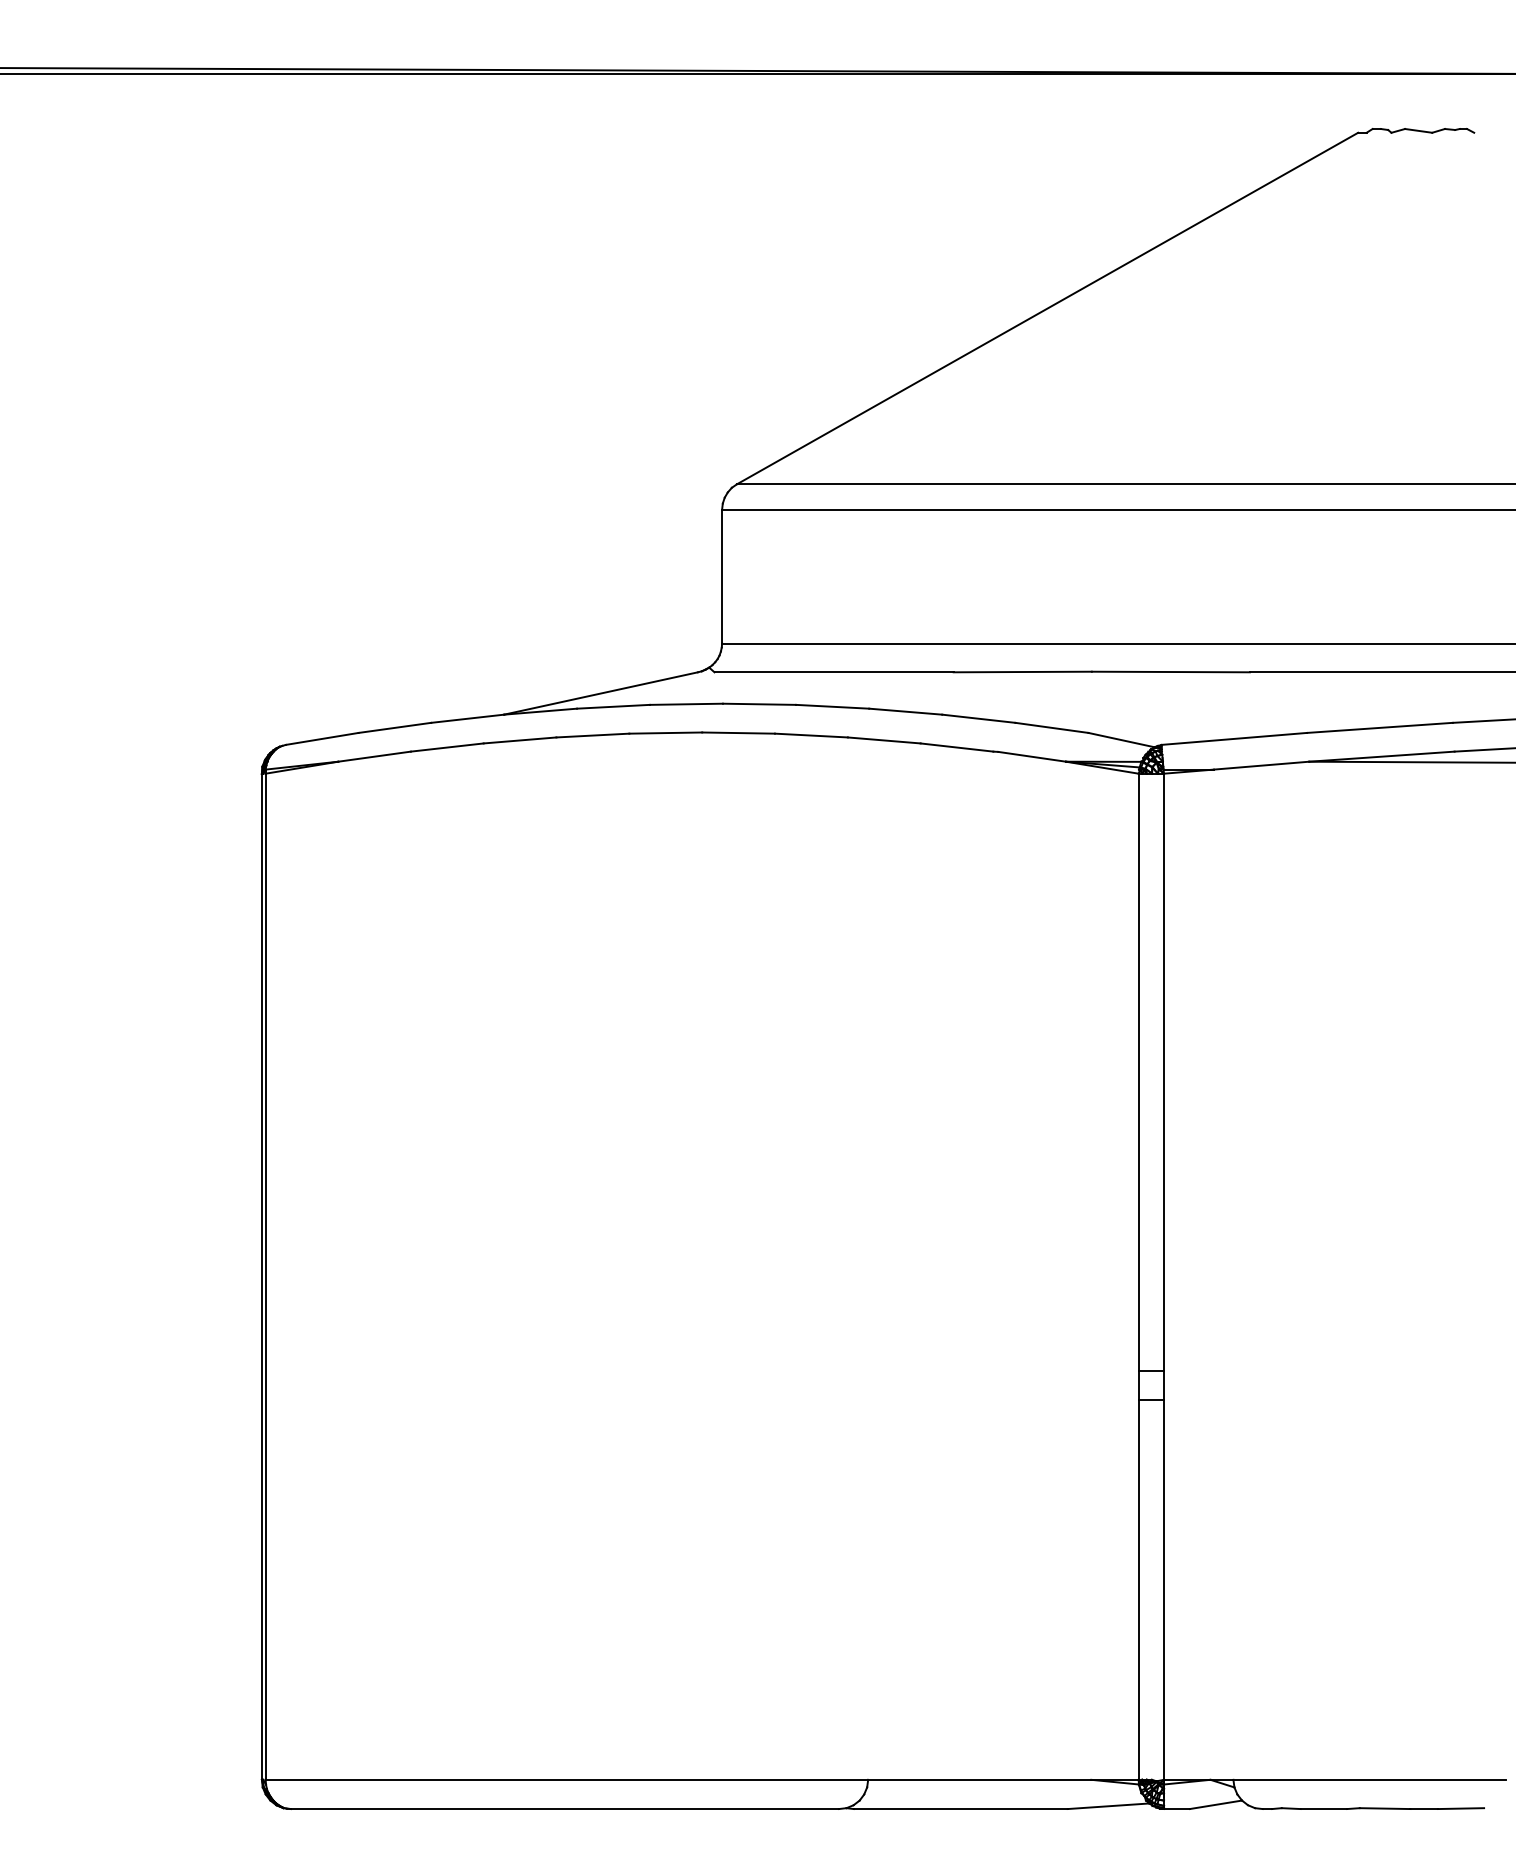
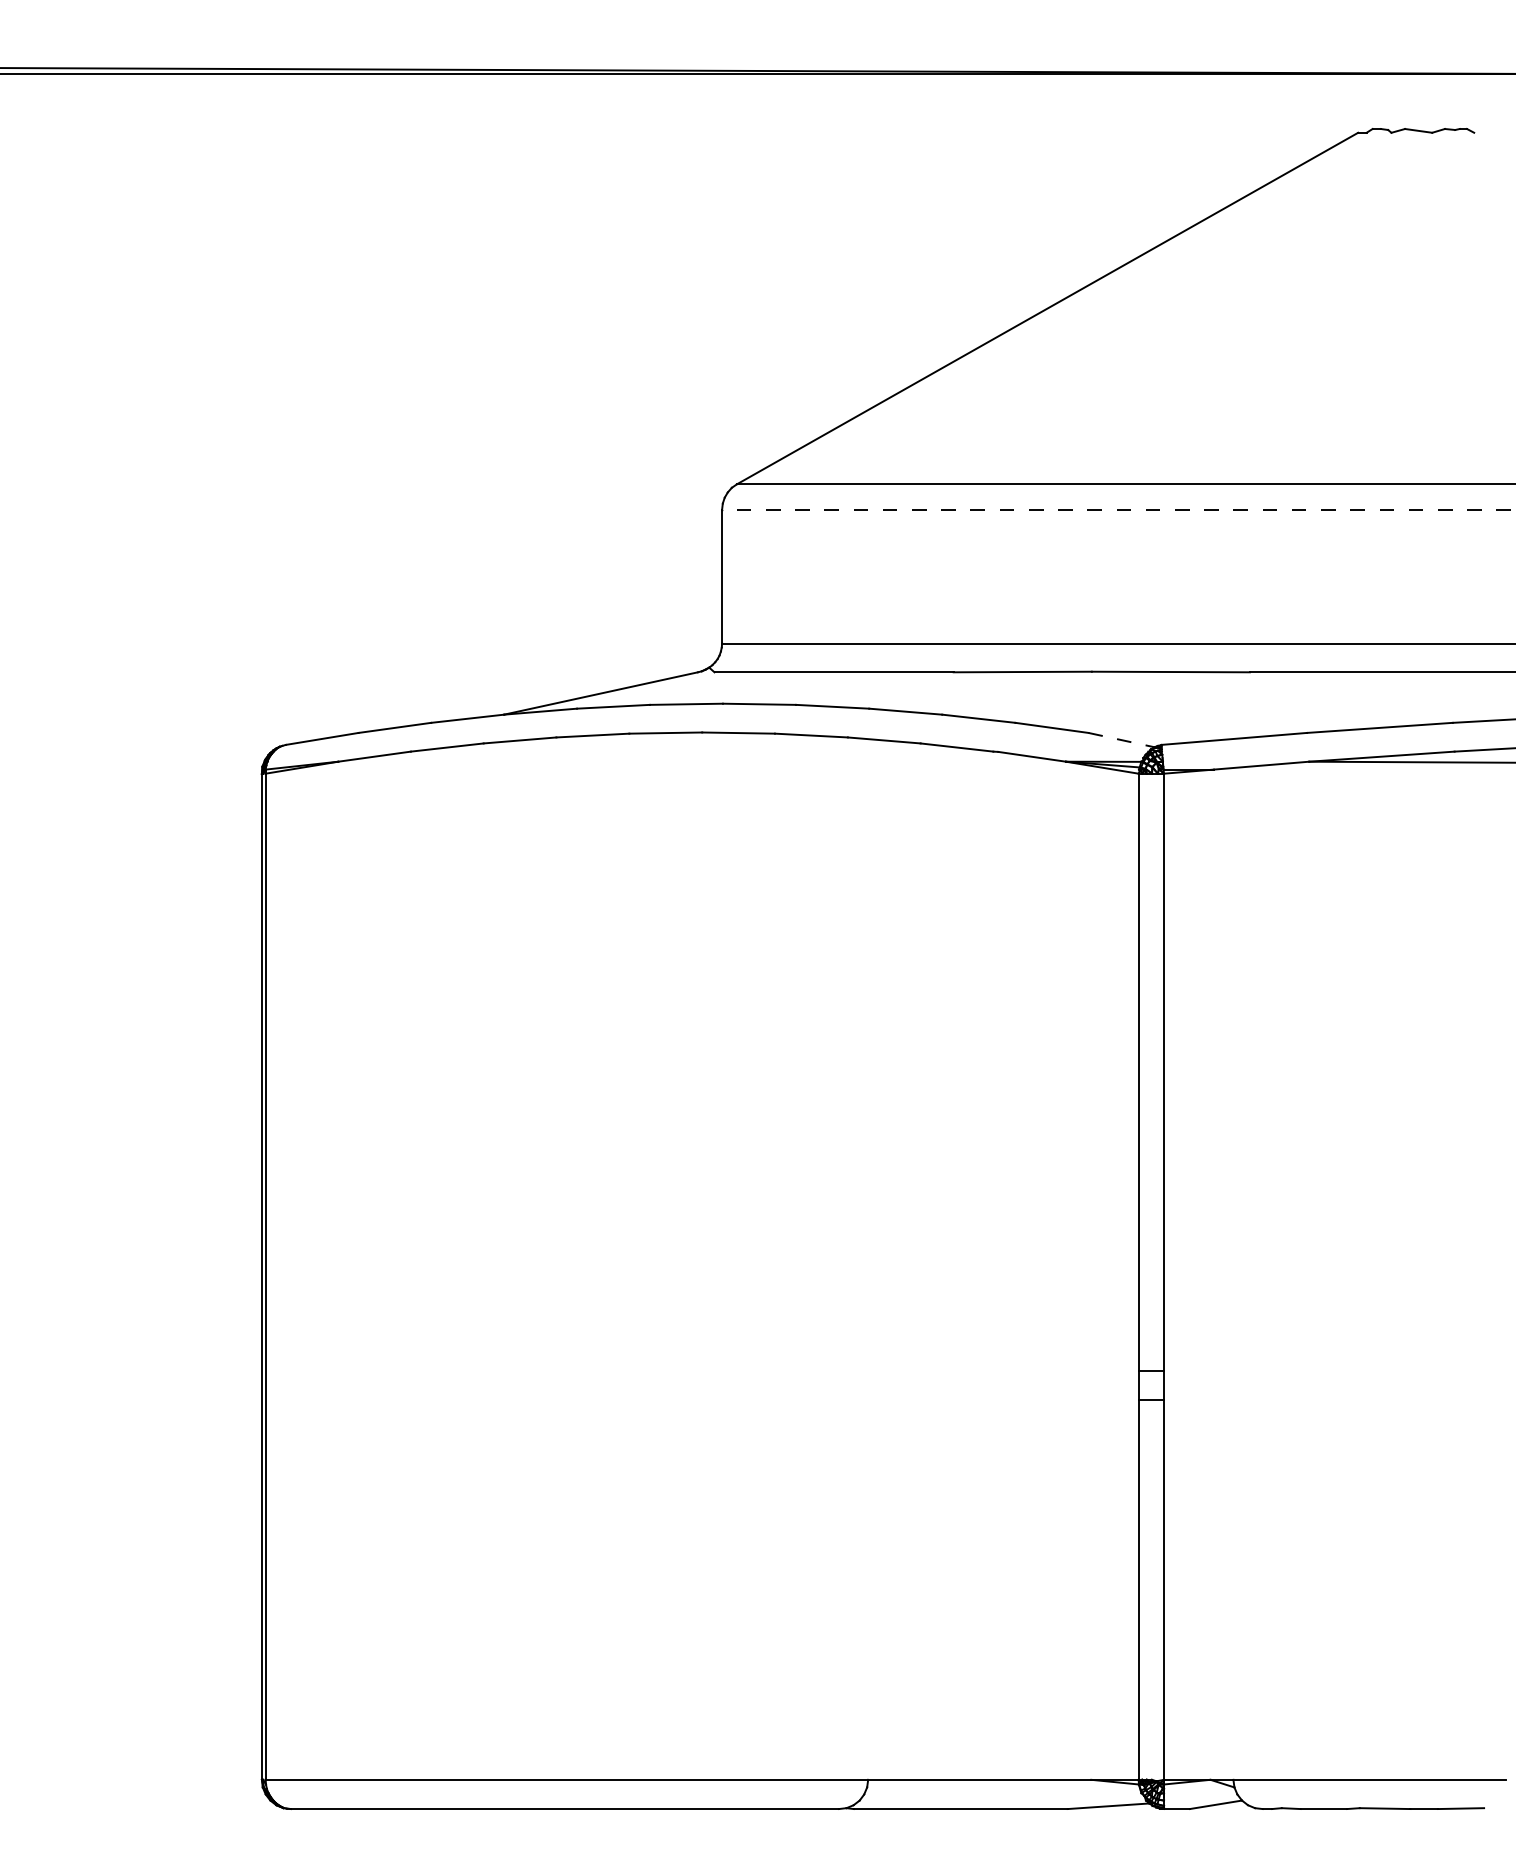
line at (1119, 509): solid -> dashed
line at (1121, 740): solid -> dashed
